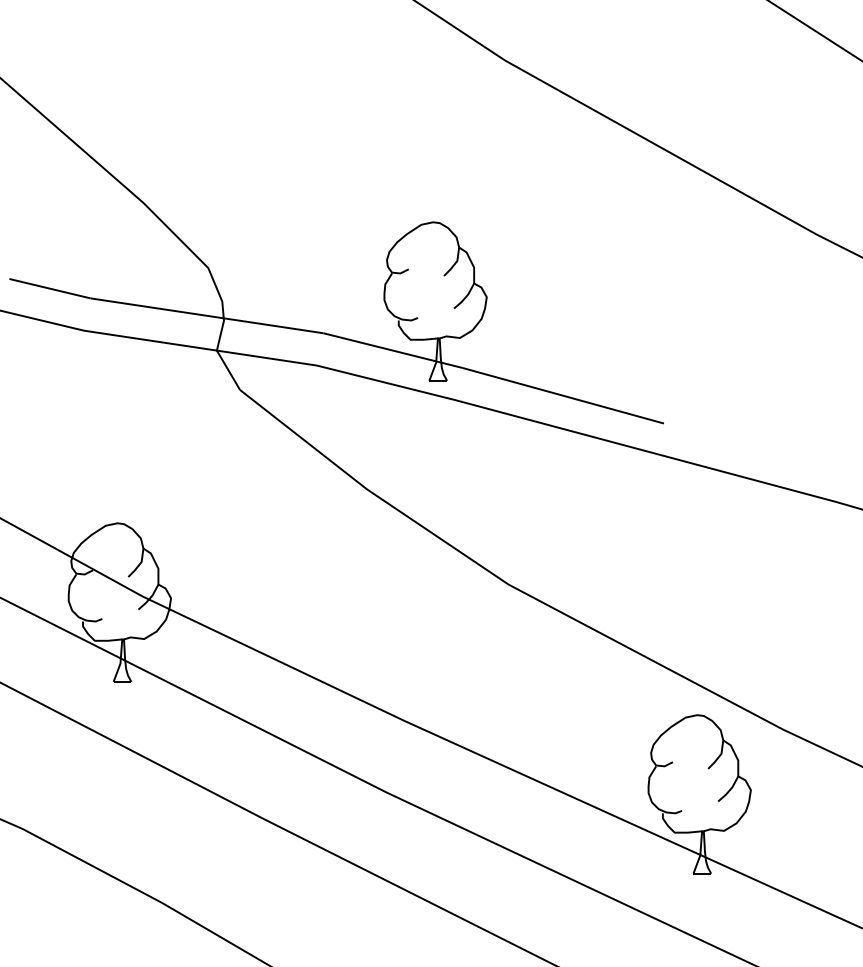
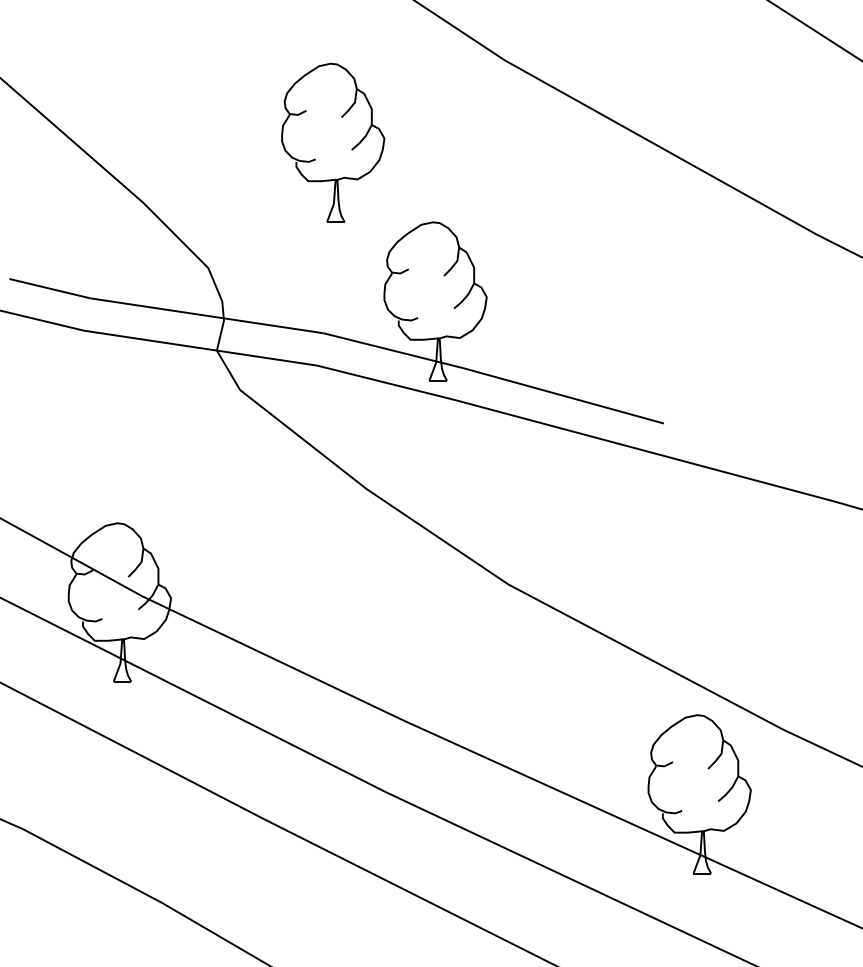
part at (333, 142): none -> present
